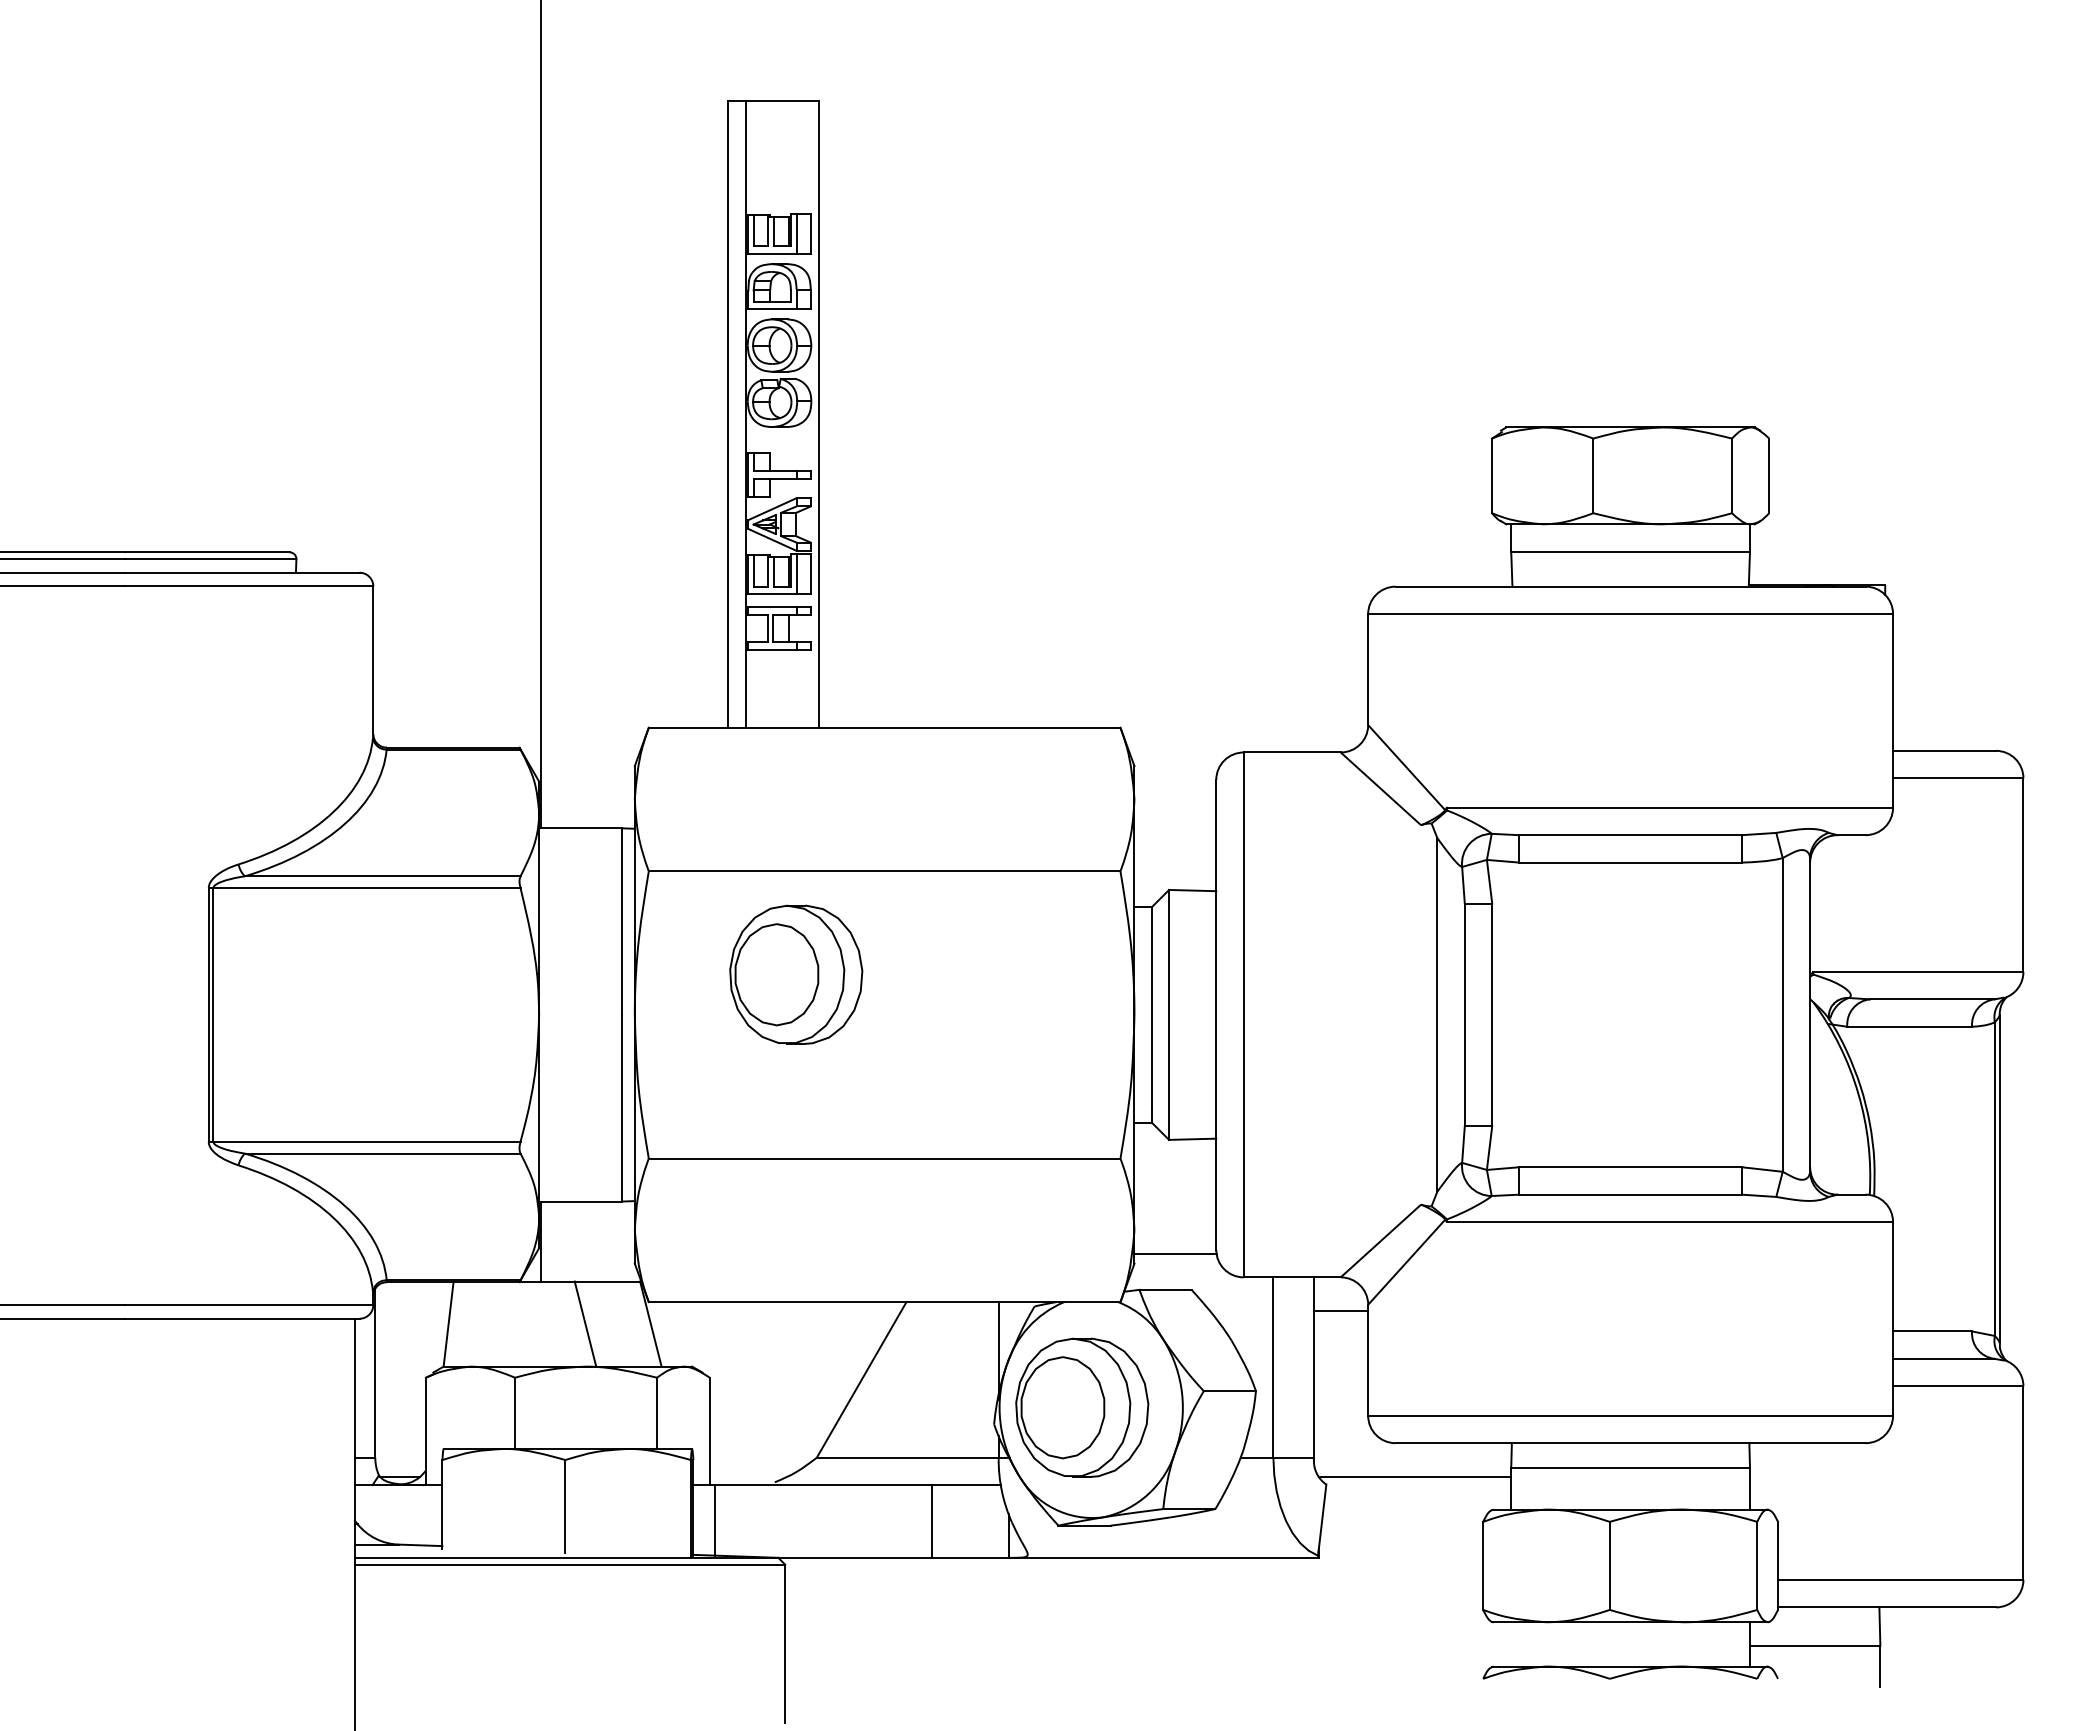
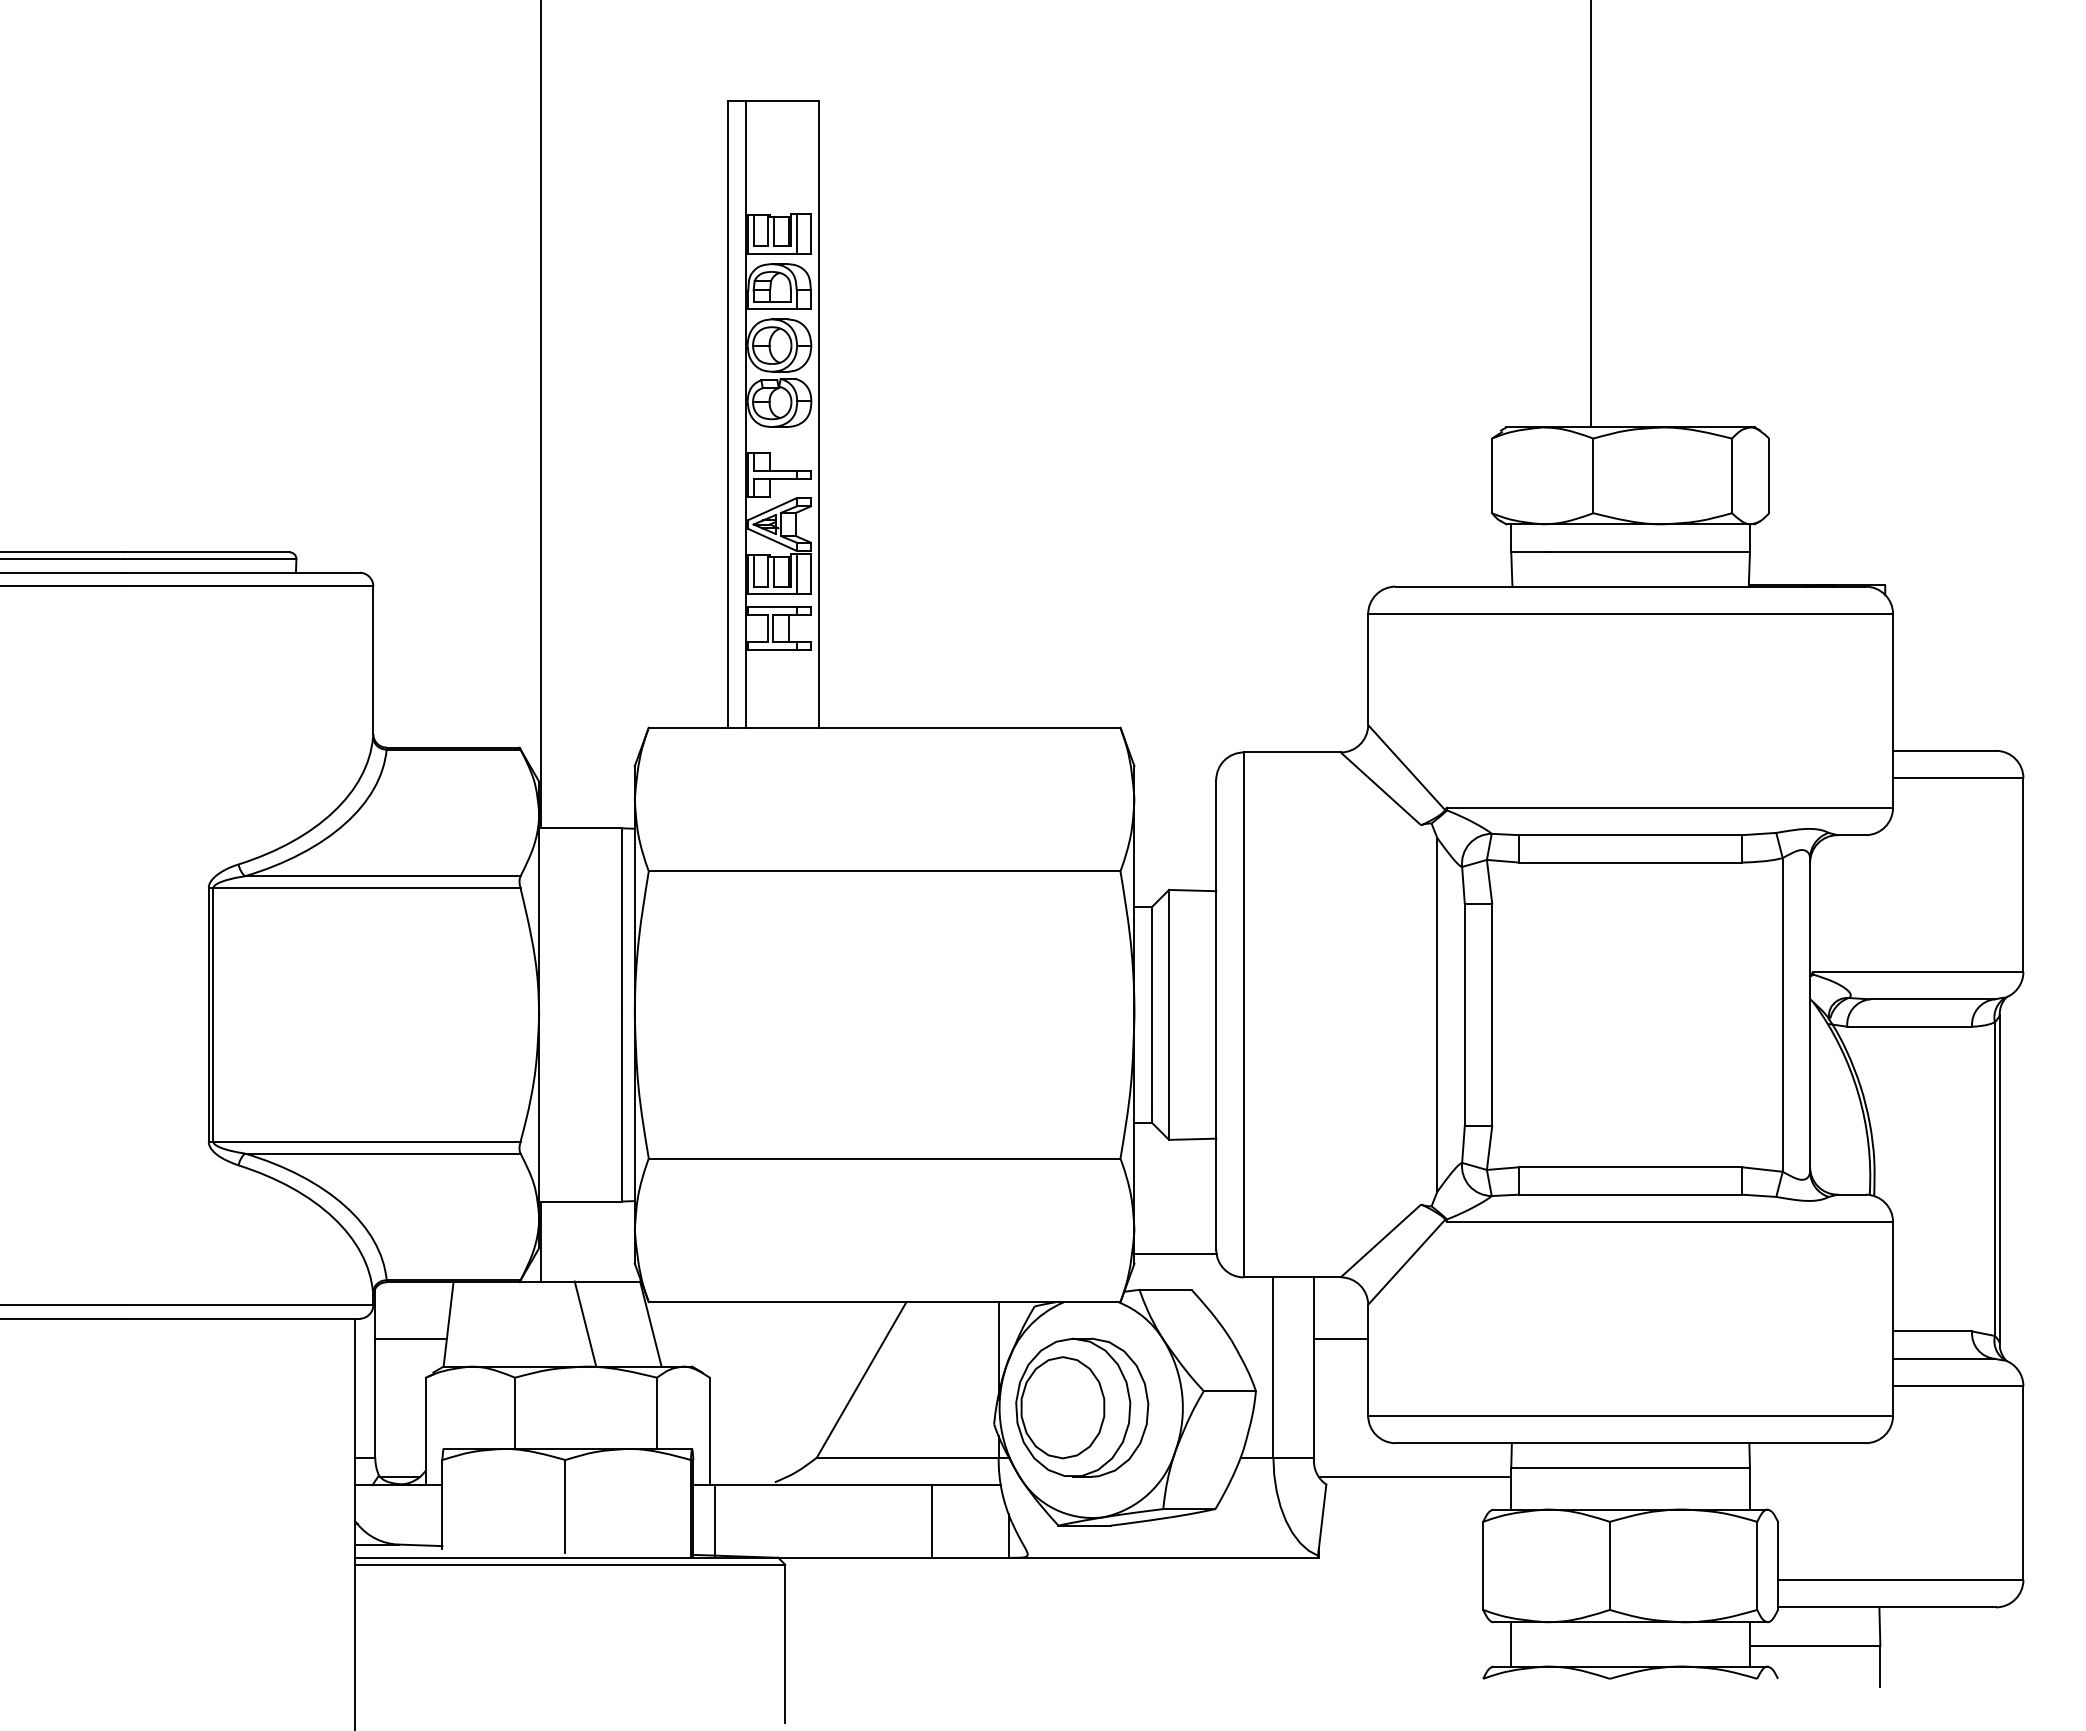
line at (1591, 214): none -> present
part at (796, 974): present -> none
line at (1341, 1310) position: (1341, 1310) -> (1341, 1338)
line at (410, 1338): none -> present
line at (1511, 1644): none -> present
